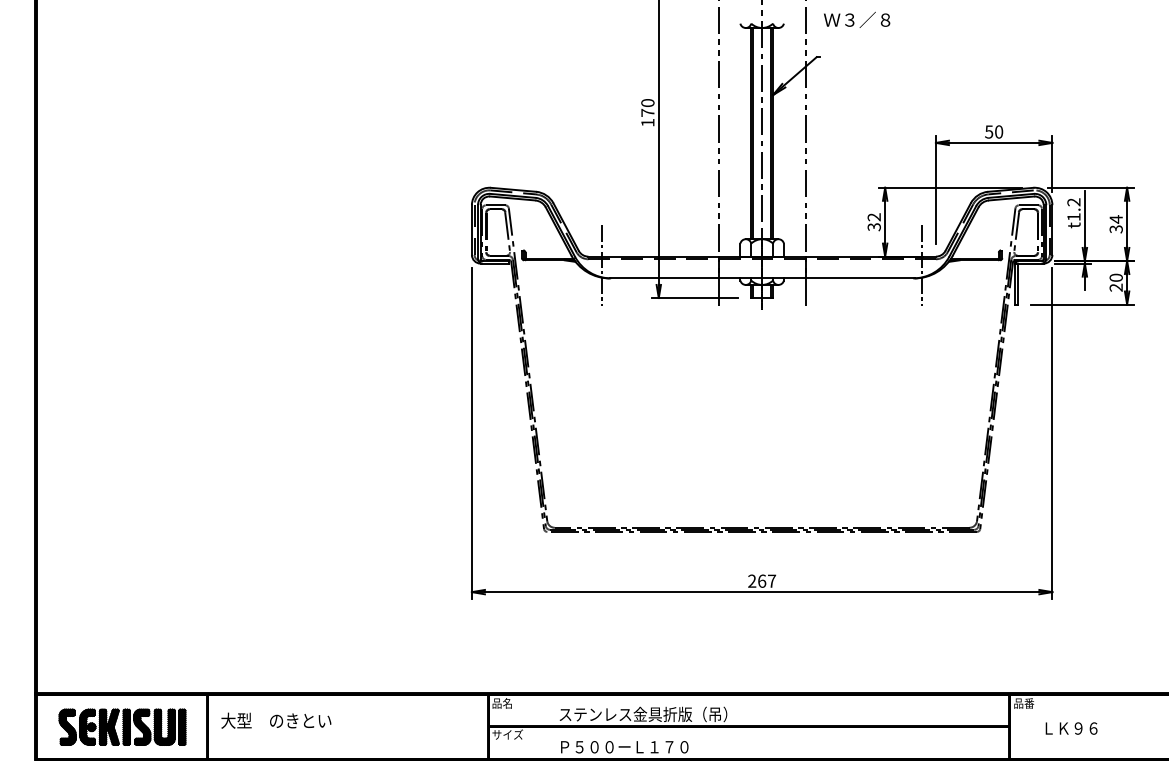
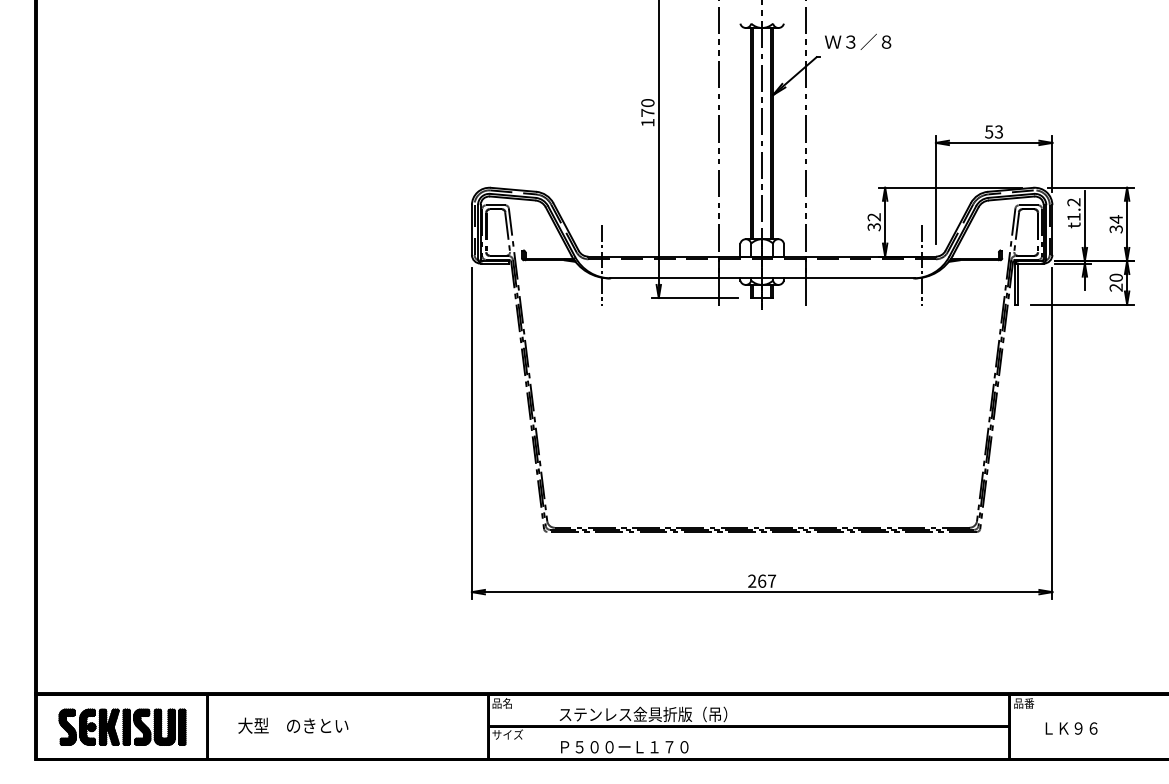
text at (857, 19) position: (857, 19) -> (858, 41)
text at (999, 131): 50 -> 53
text at (276, 720) position: (276, 720) -> (293, 725)
